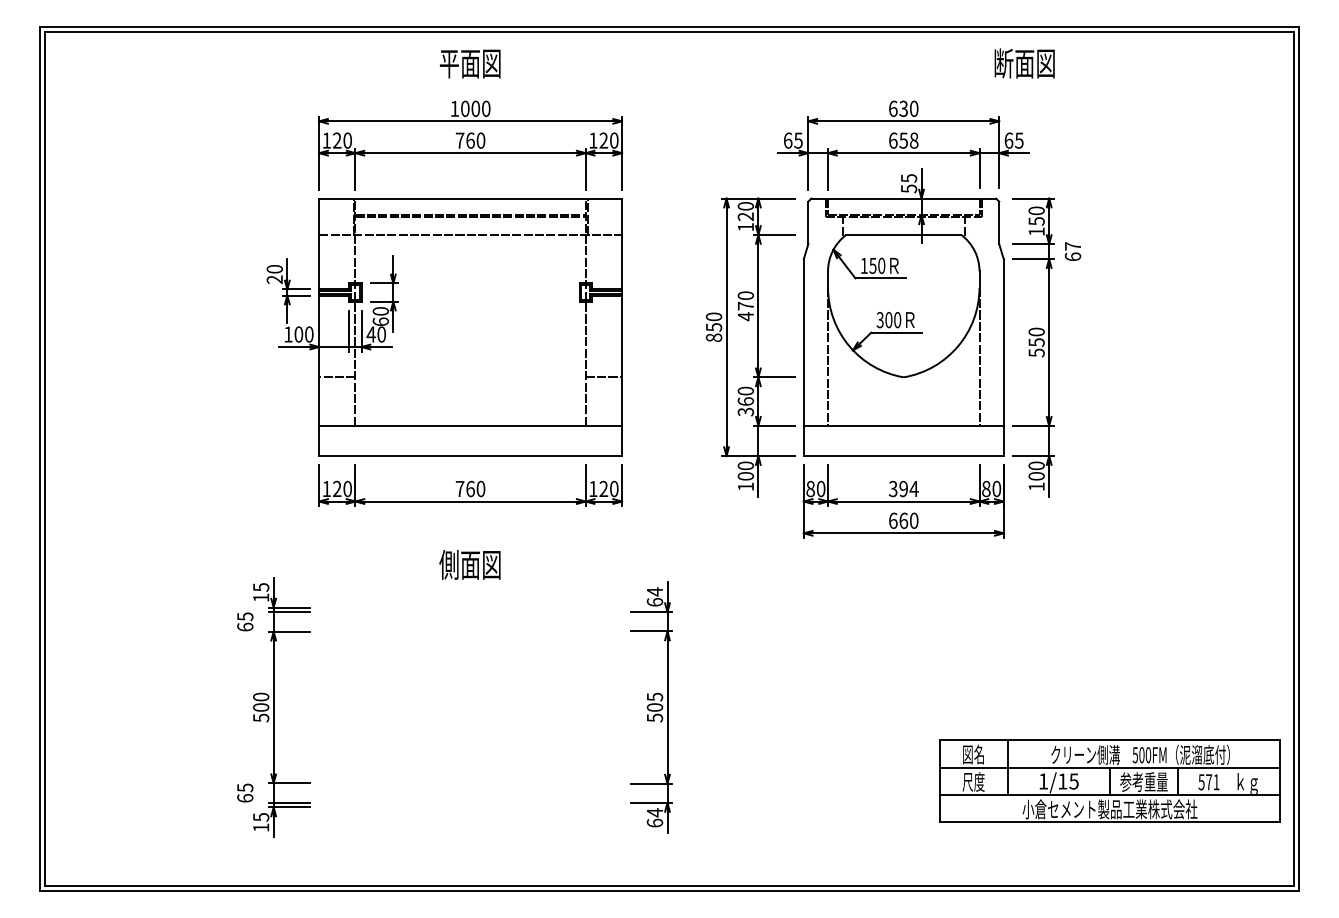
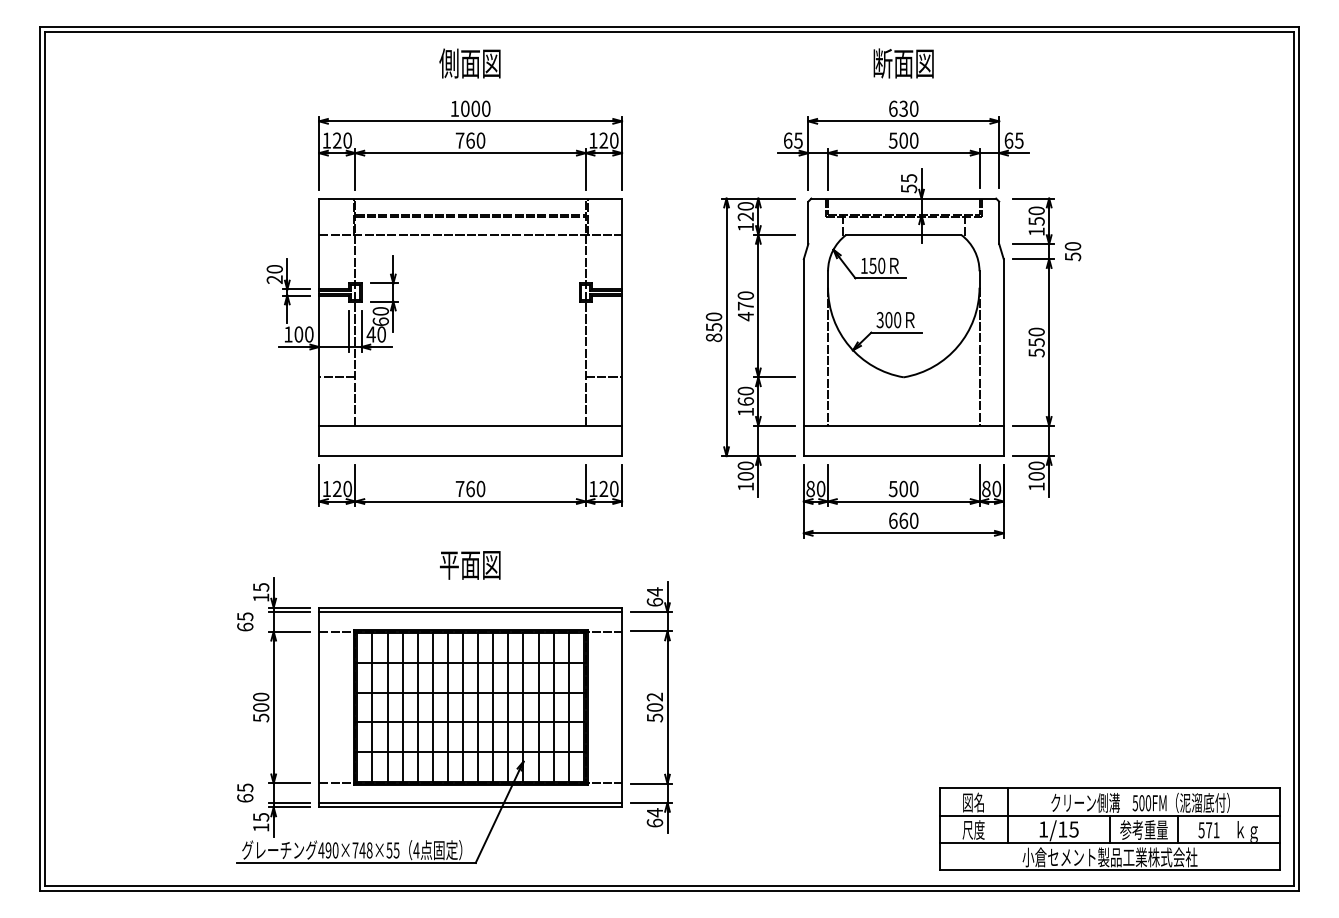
text at (448, 63): 平面図 -> 側面図
text at (1024, 63) position: (1024, 63) -> (903, 63)
text at (903, 140): 658 -> 500
text at (1072, 251): 67 -> 50
text at (745, 411): 360 -> 160
text at (903, 488): 394 -> 500
text at (448, 564): 側面図 -> 平面図
text at (654, 696): 505 -> 502
part at (429, 735): none -> present
part at (1109, 780) position: (1109, 780) -> (1109, 828)
